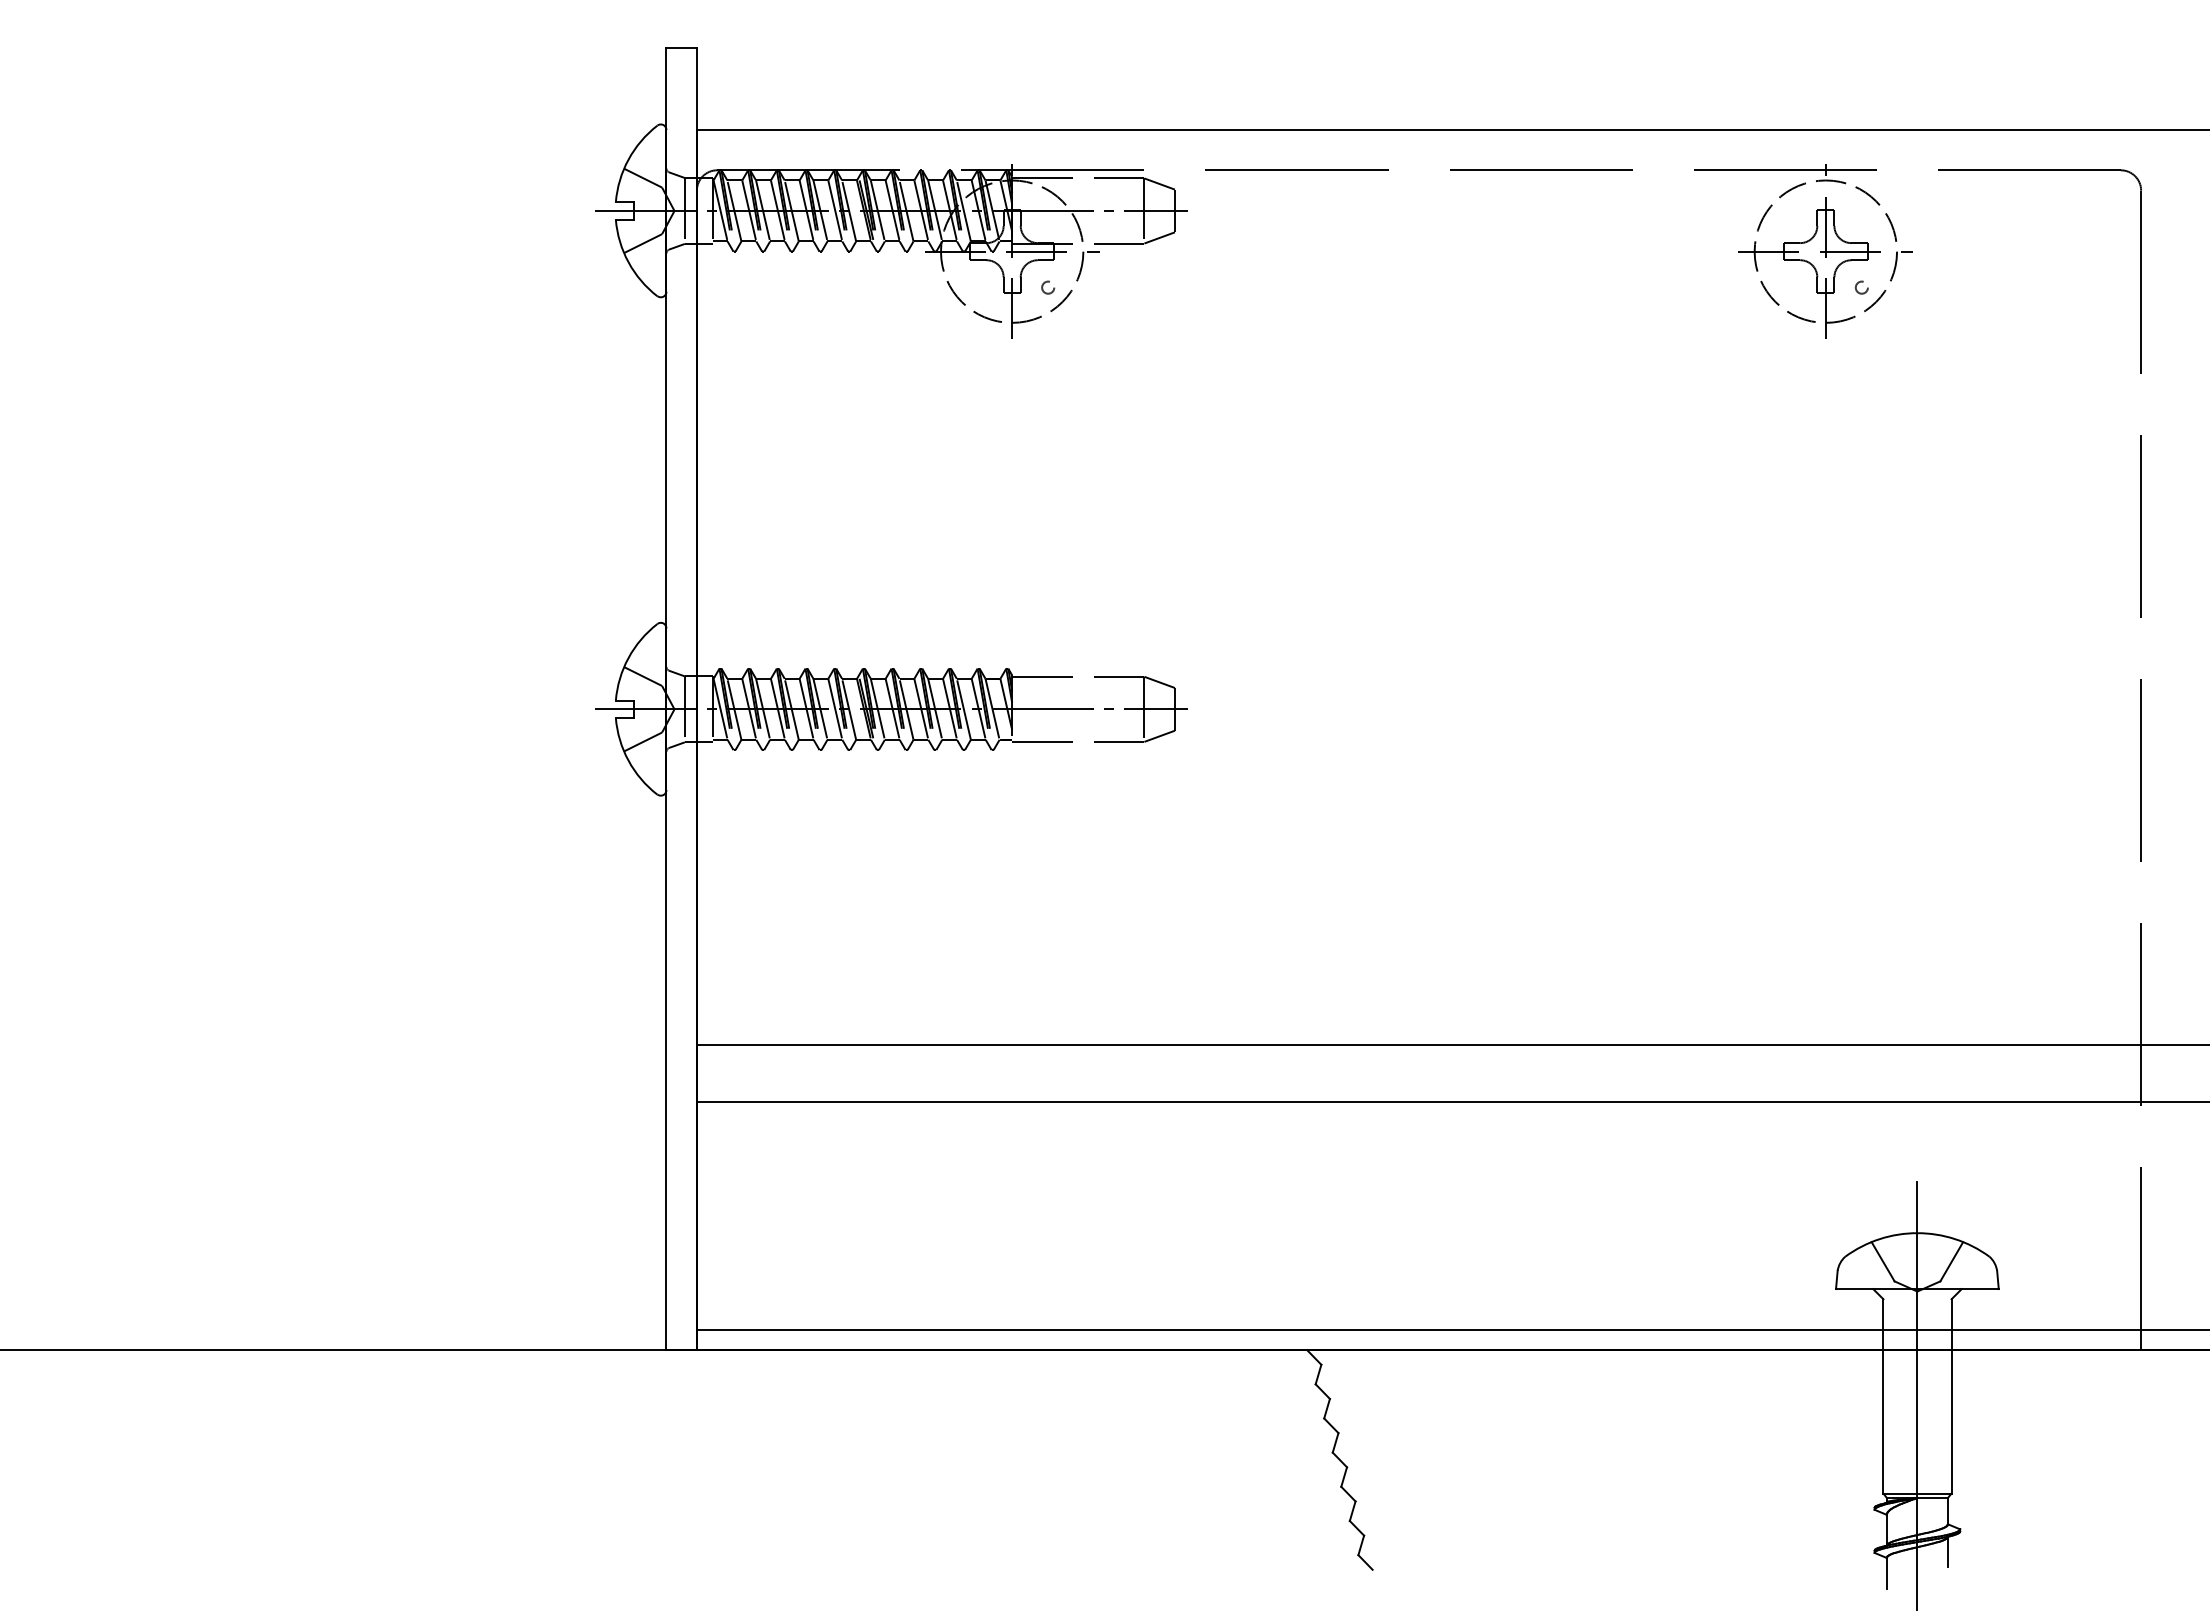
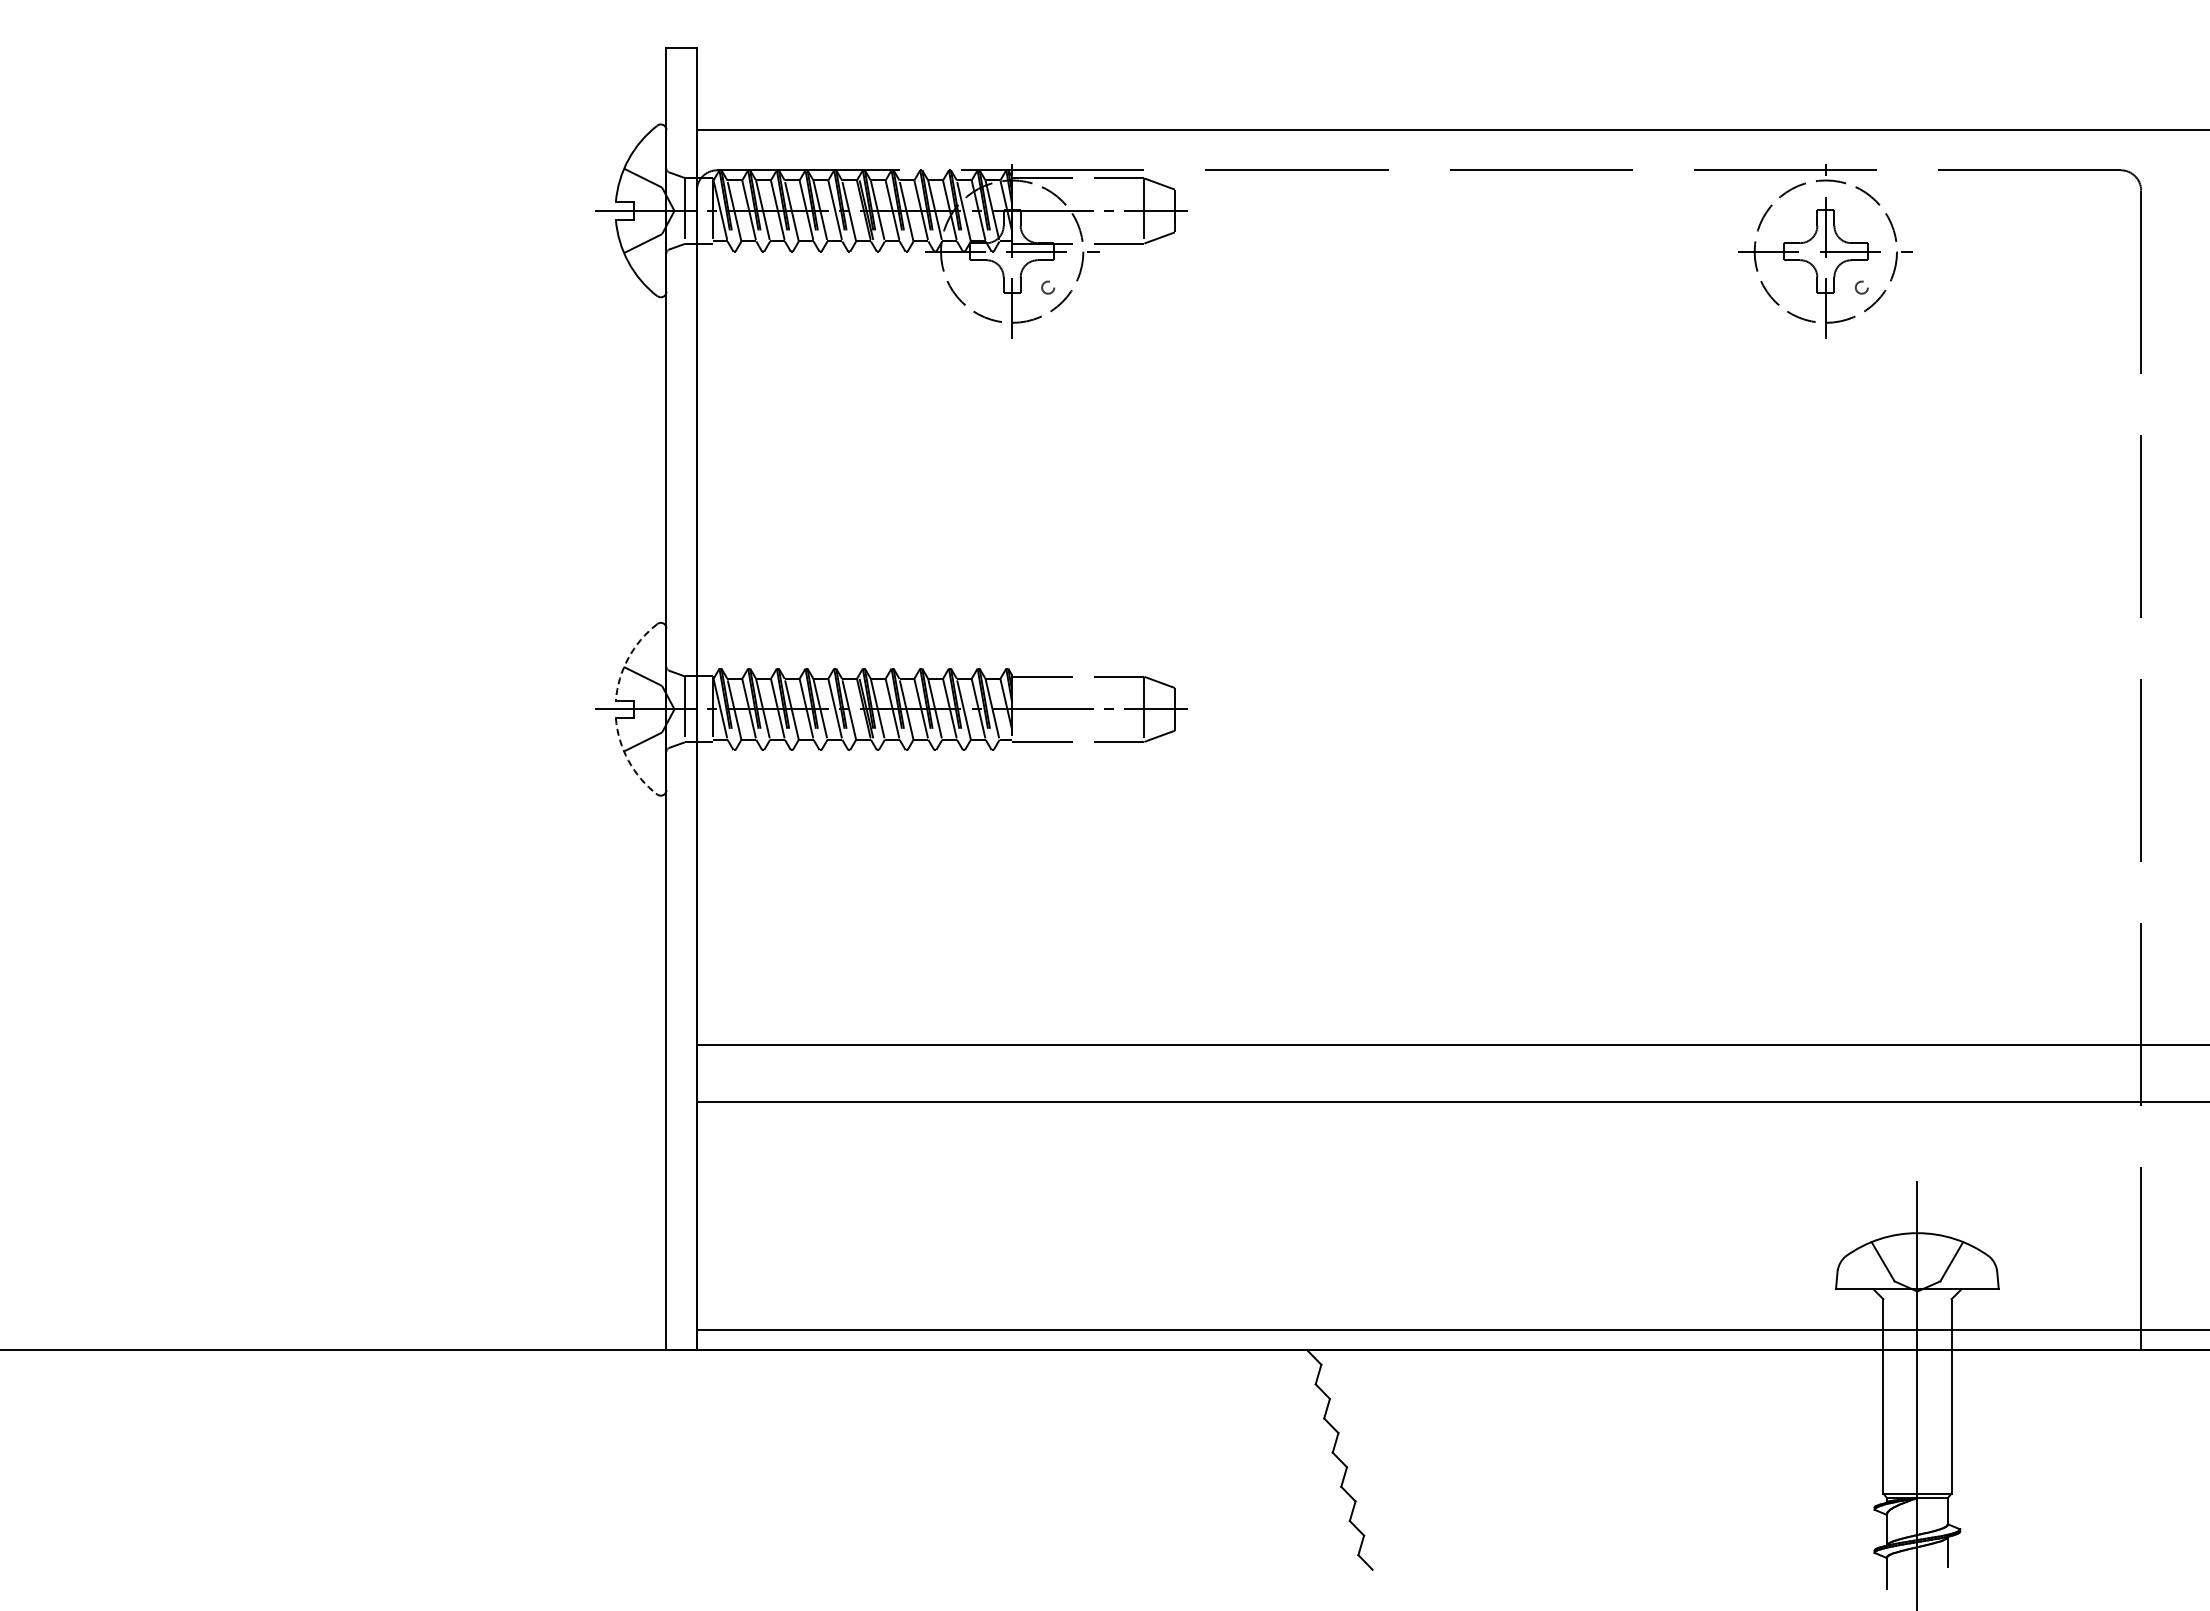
arc at (628, 658): solid -> dashed
arc at (628, 760): solid -> dashed
